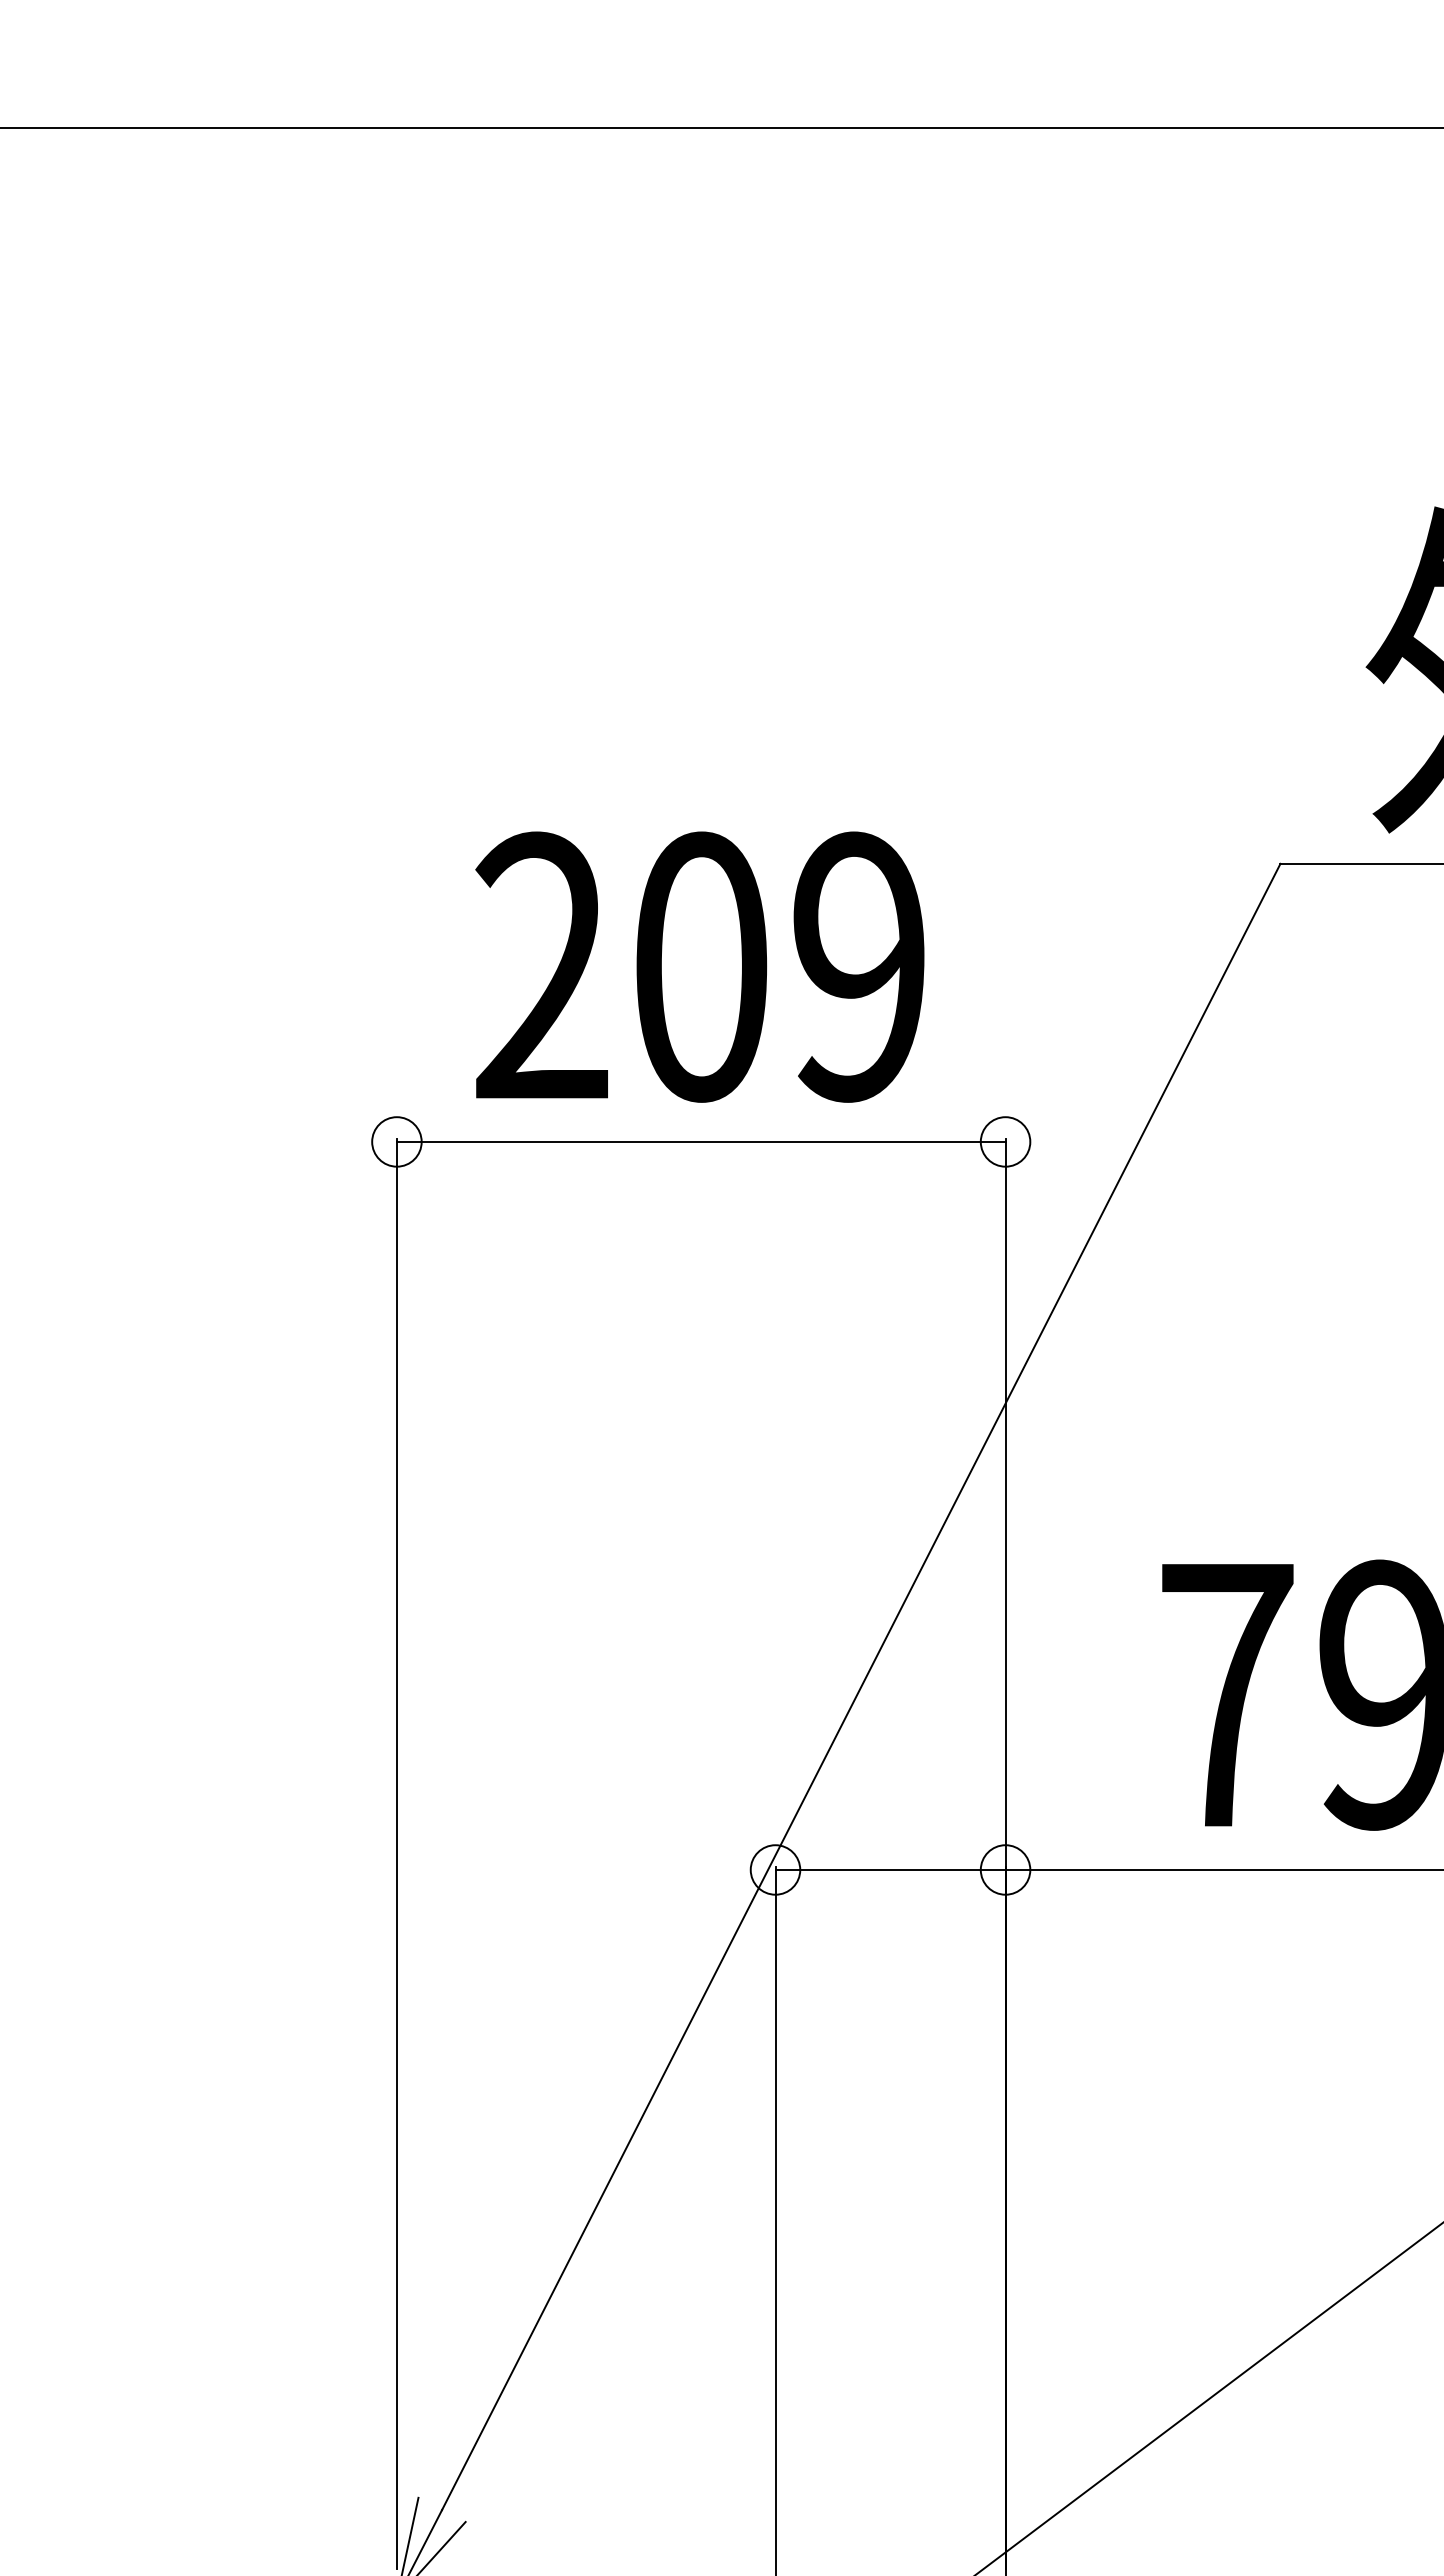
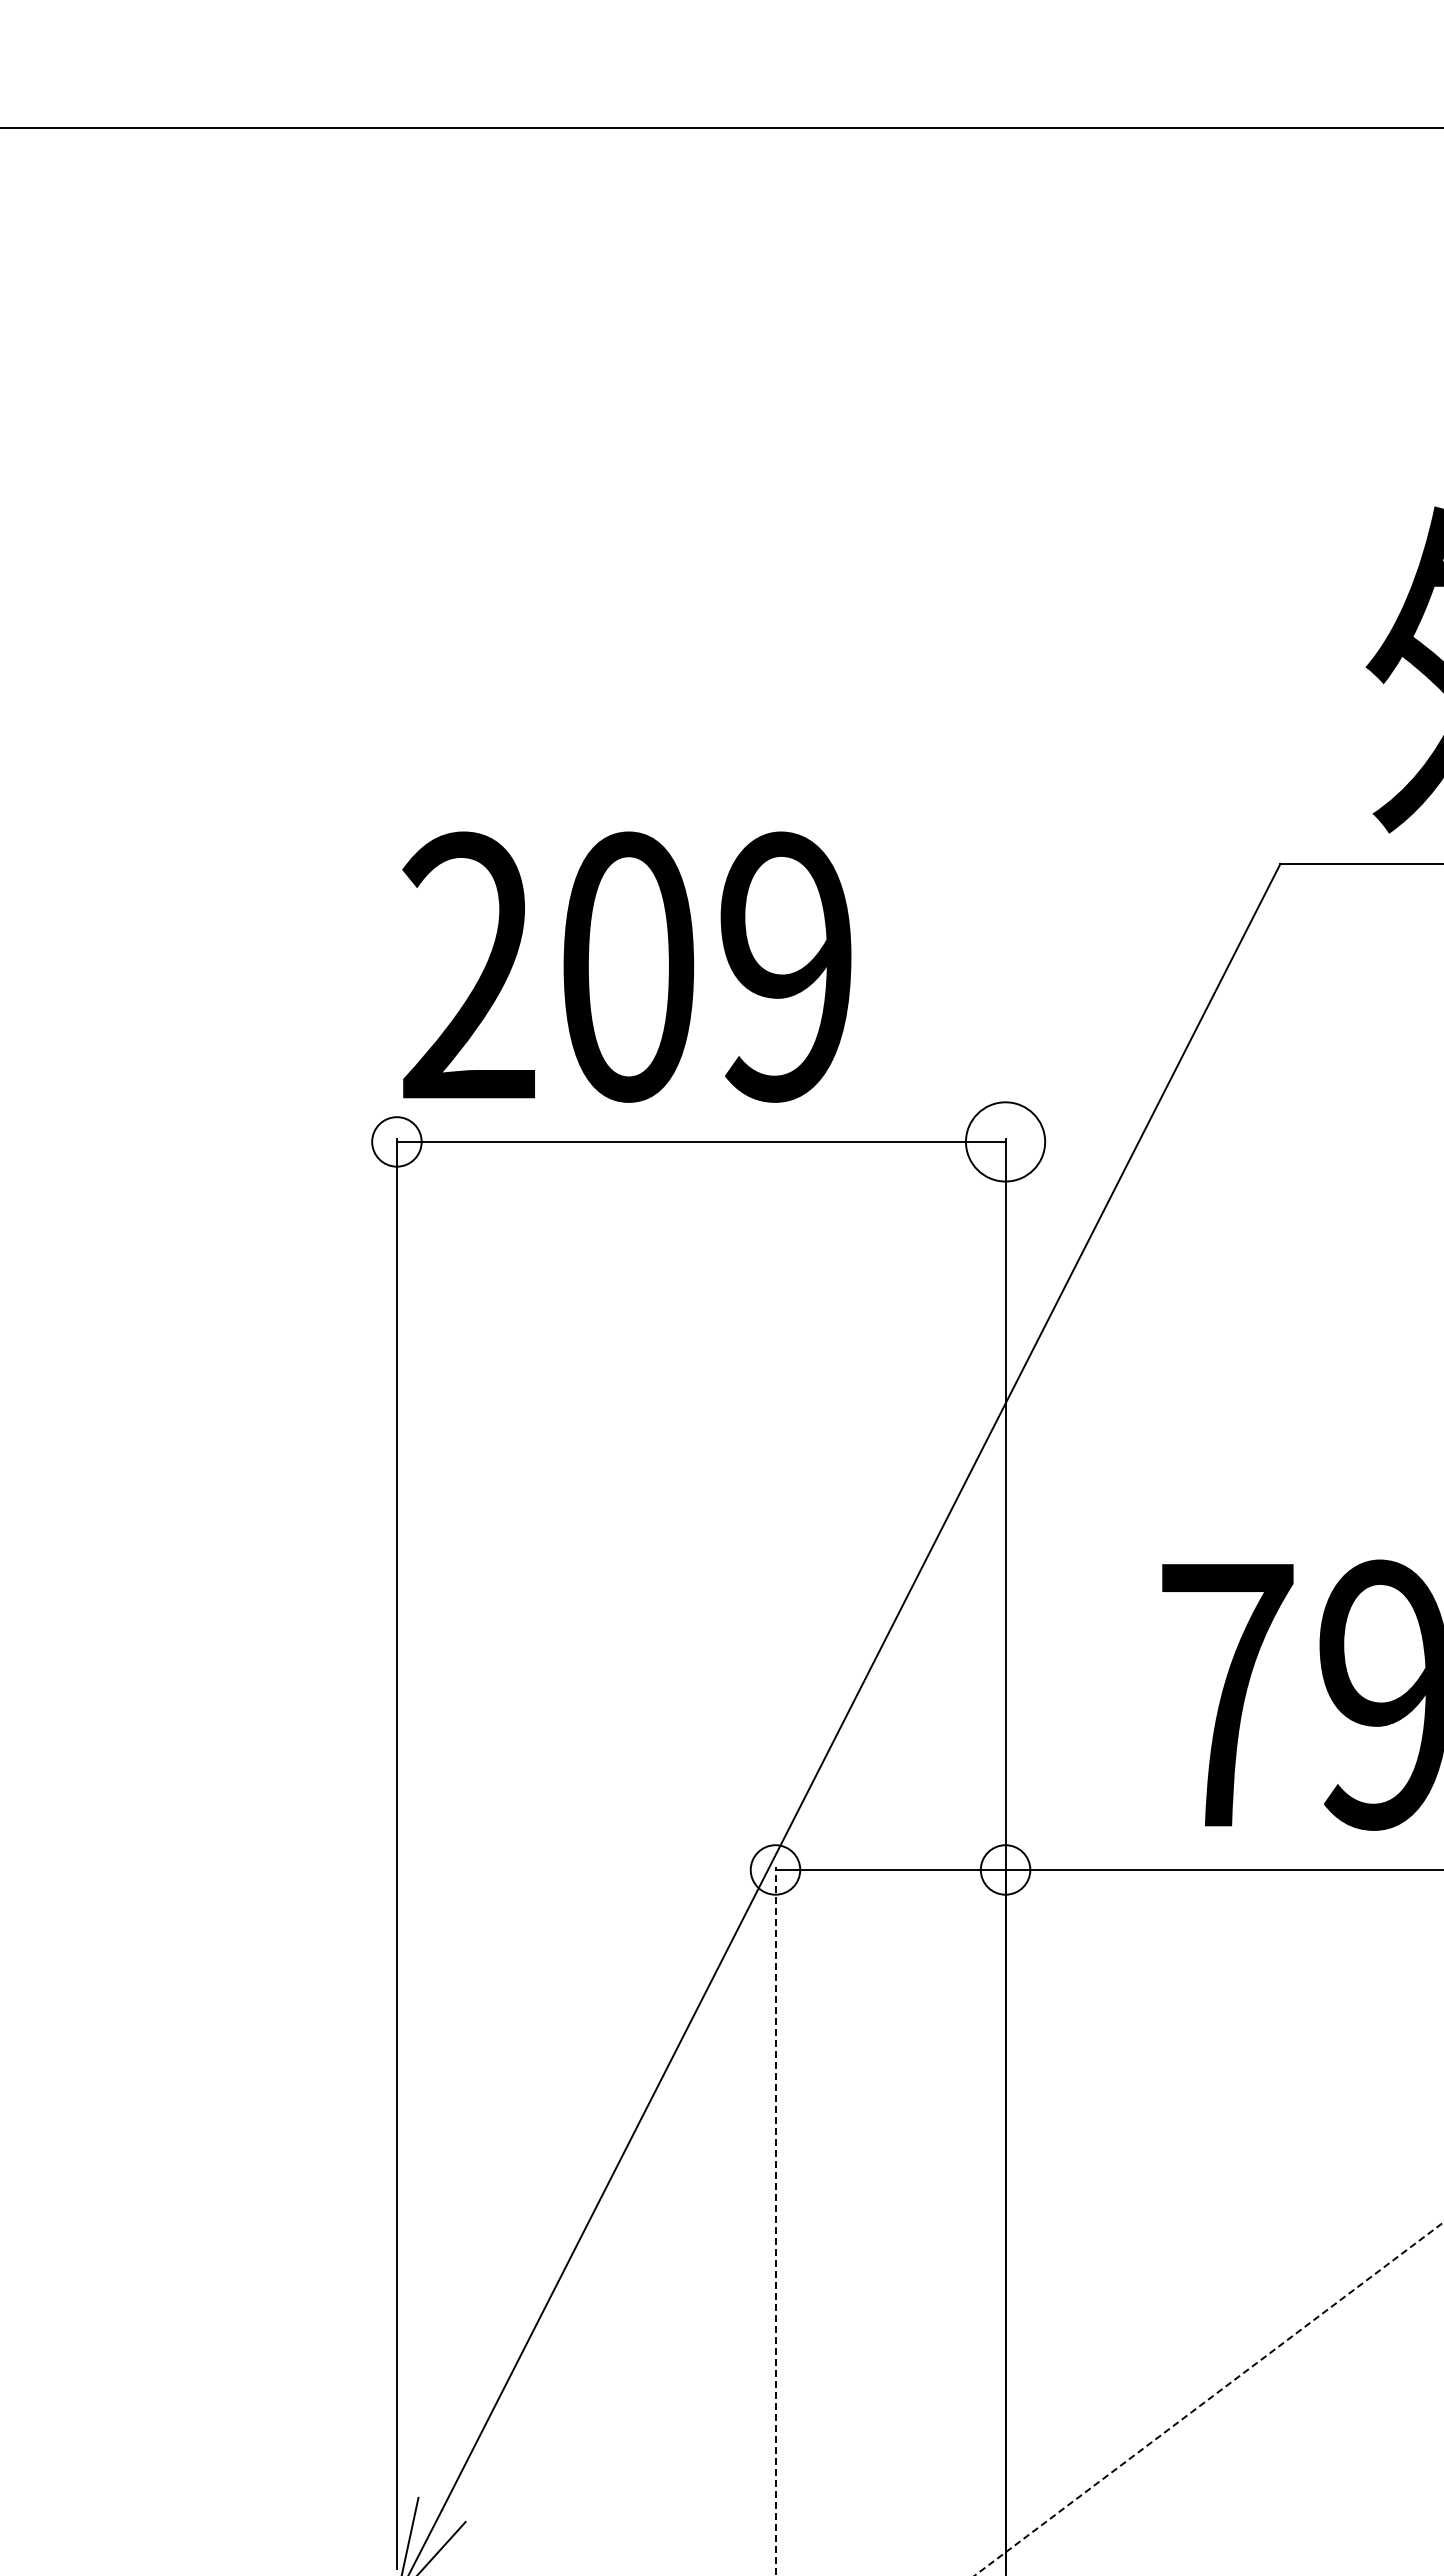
text at (699, 966) position: (699, 966) -> (626, 966)
circle at (1005, 1141) diameter: 50 px -> 79 px
line at (775, 2220): solid -> dashed
line at (1209, 2398): solid -> dashed
